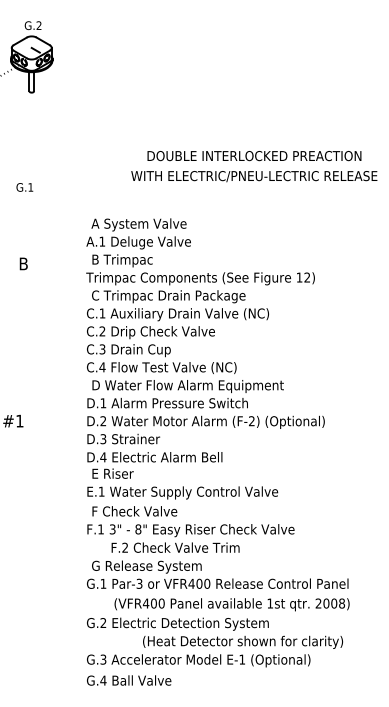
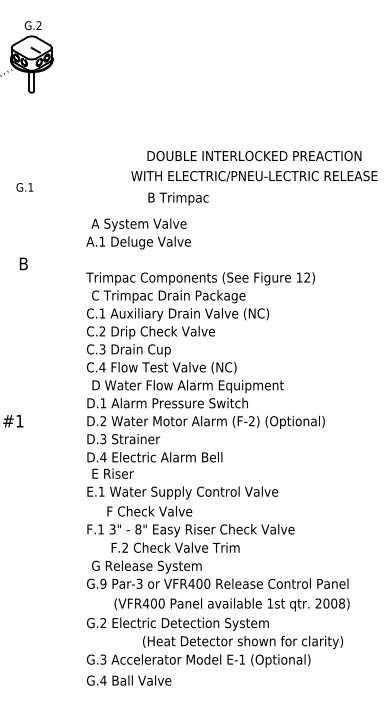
text at (122, 260) position: (122, 260) -> (178, 198)
text at (134, 511) position: (134, 511) -> (149, 511)
text at (103, 583): G.1 -> G.9
